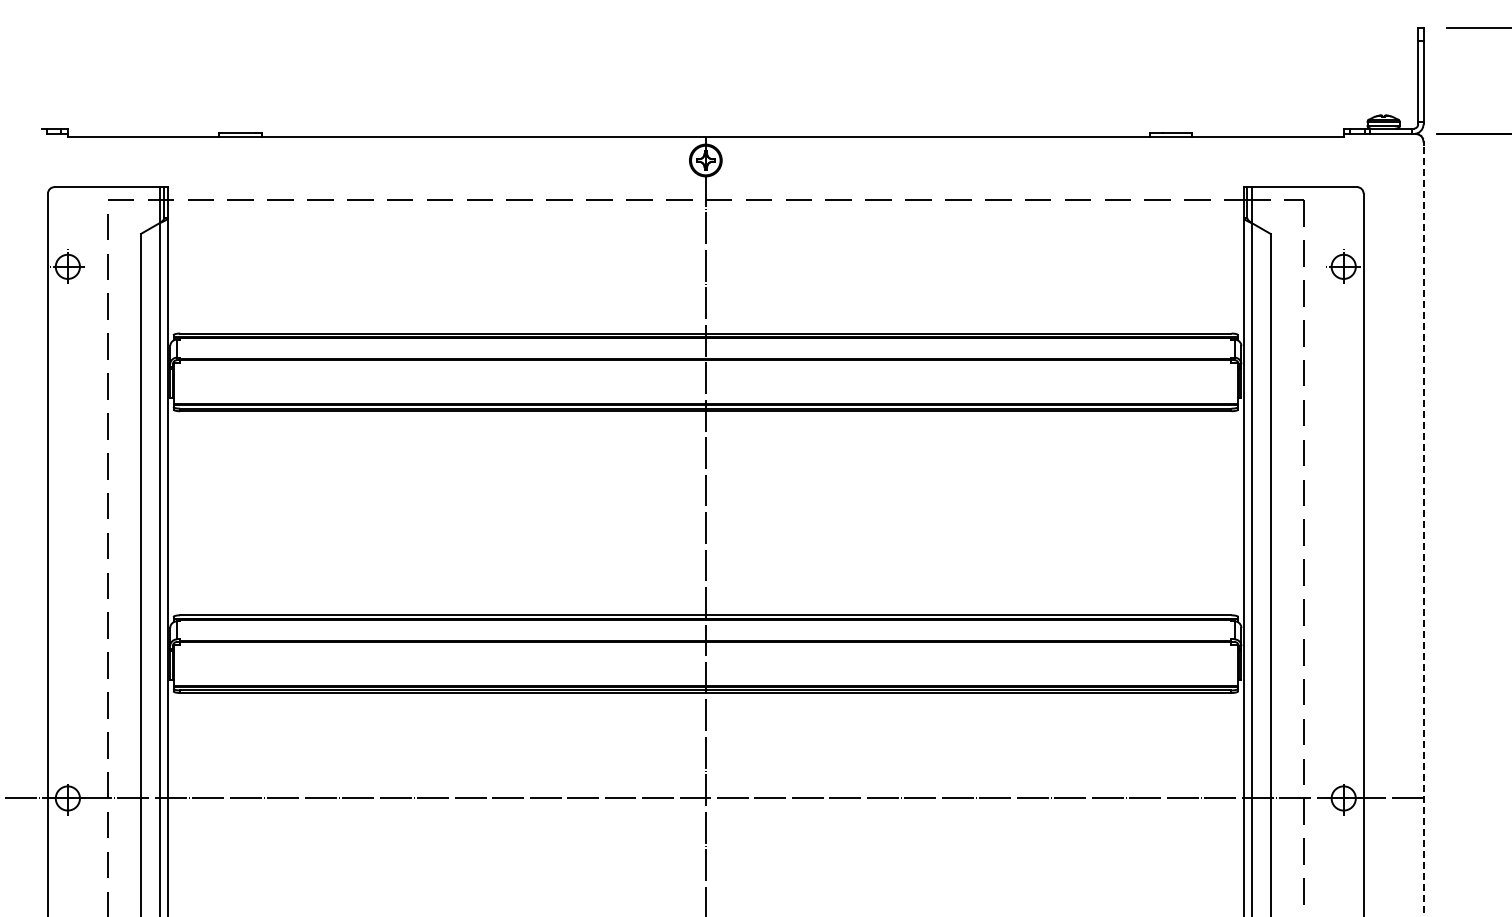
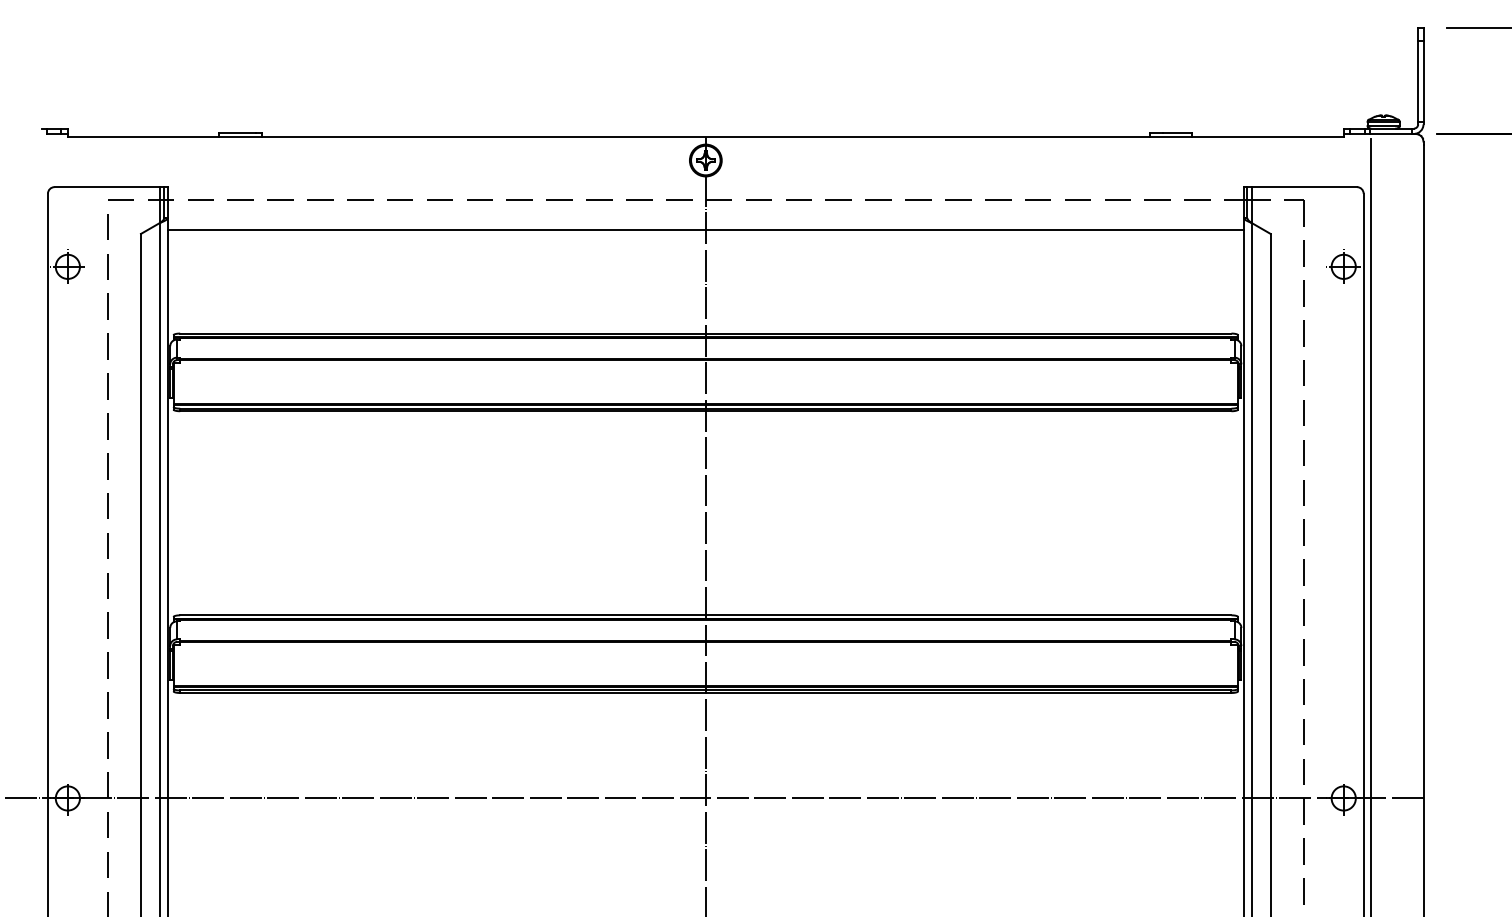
line at (705, 230): none -> present
line at (1370, 526): none -> present
line at (1423, 531): dashed -> solid
